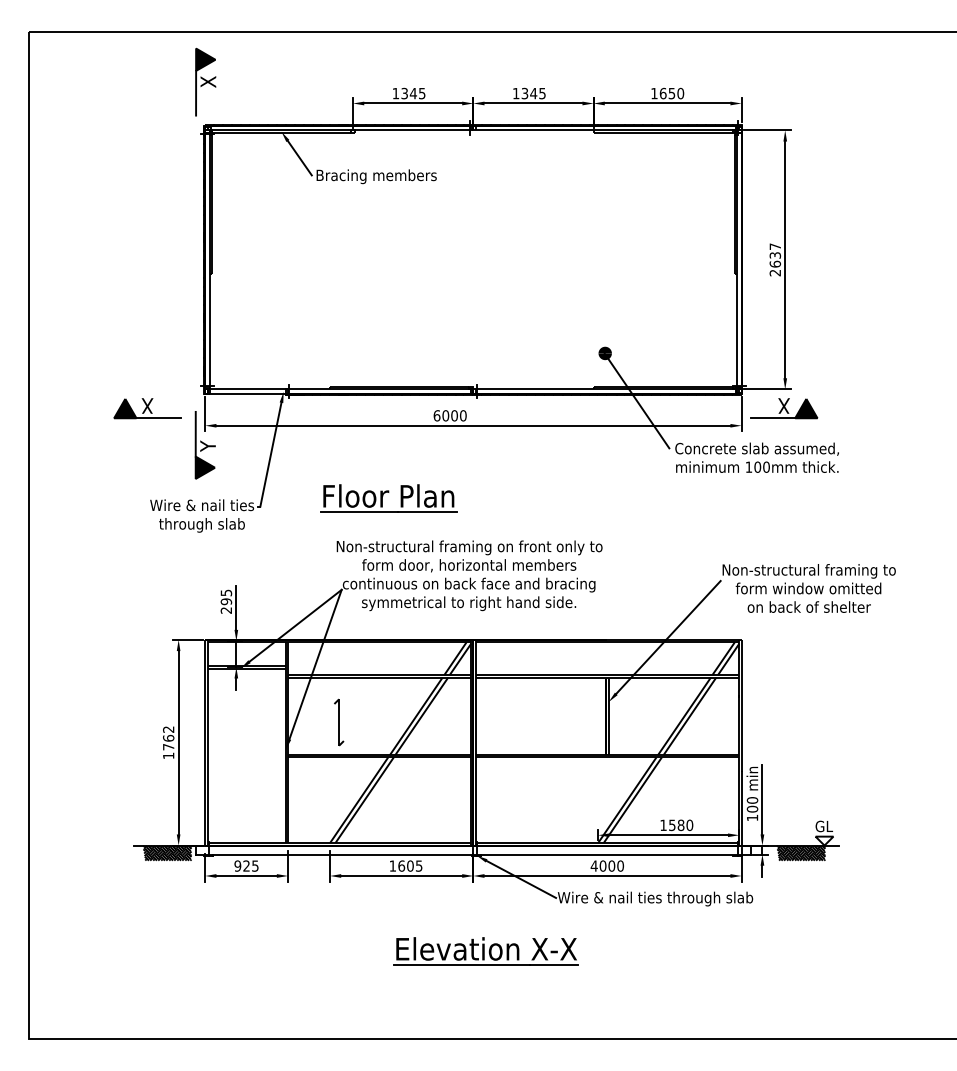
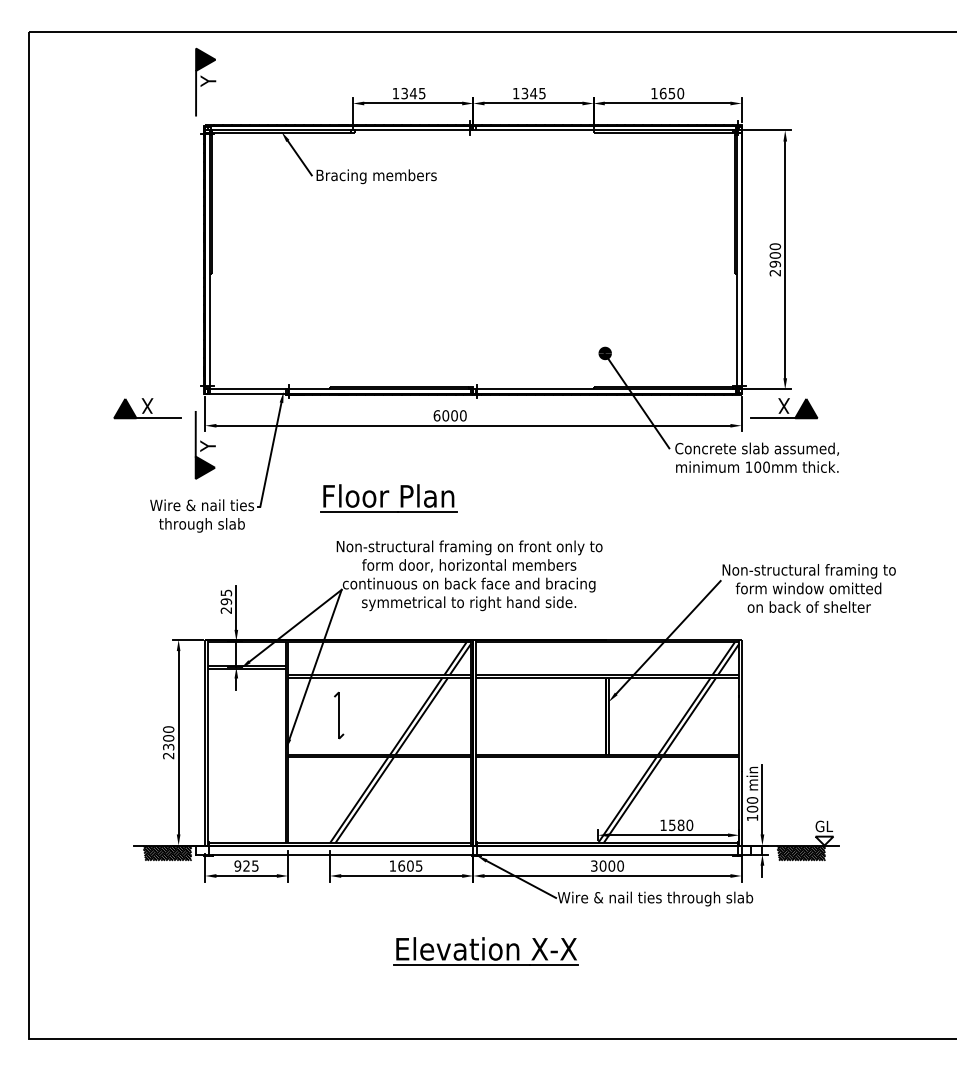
text at (208, 81): X -> Y
text at (775, 255): 2637 -> 2900
part at (339, 722) position: (339, 722) -> (339, 715)
text at (168, 742): 1762 -> 2300
text at (593, 865): 4000 -> 3000
